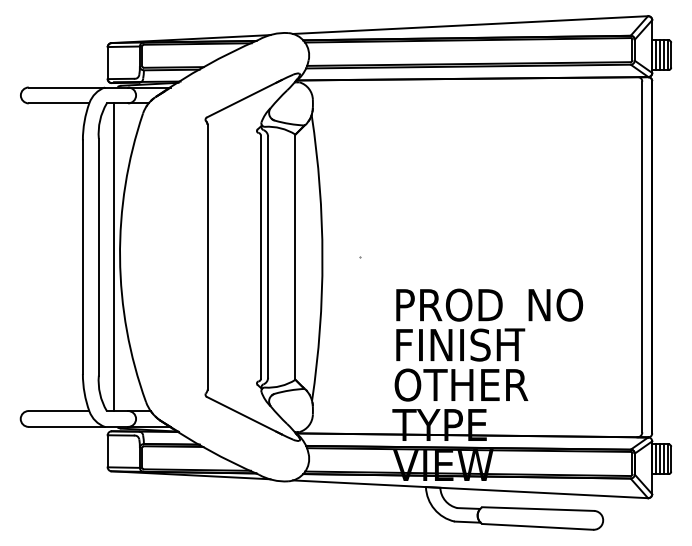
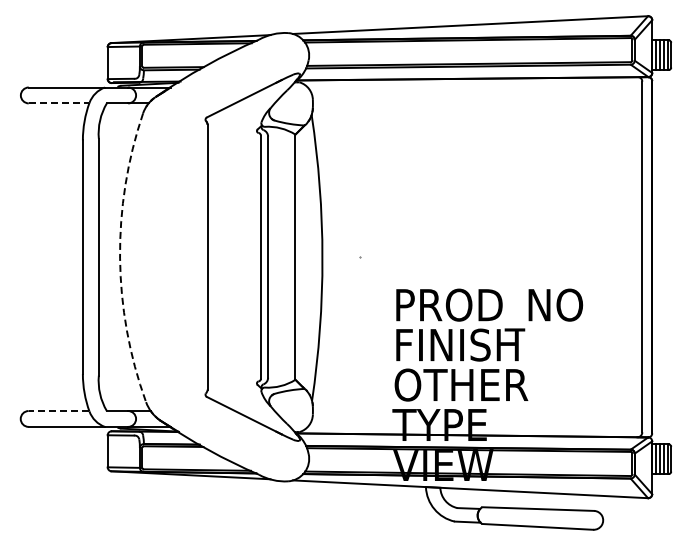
line at (59, 103): solid -> dashed
line at (113, 257): present -> none
arc at (120, 258): solid -> dashed
line at (58, 411): solid -> dashed
